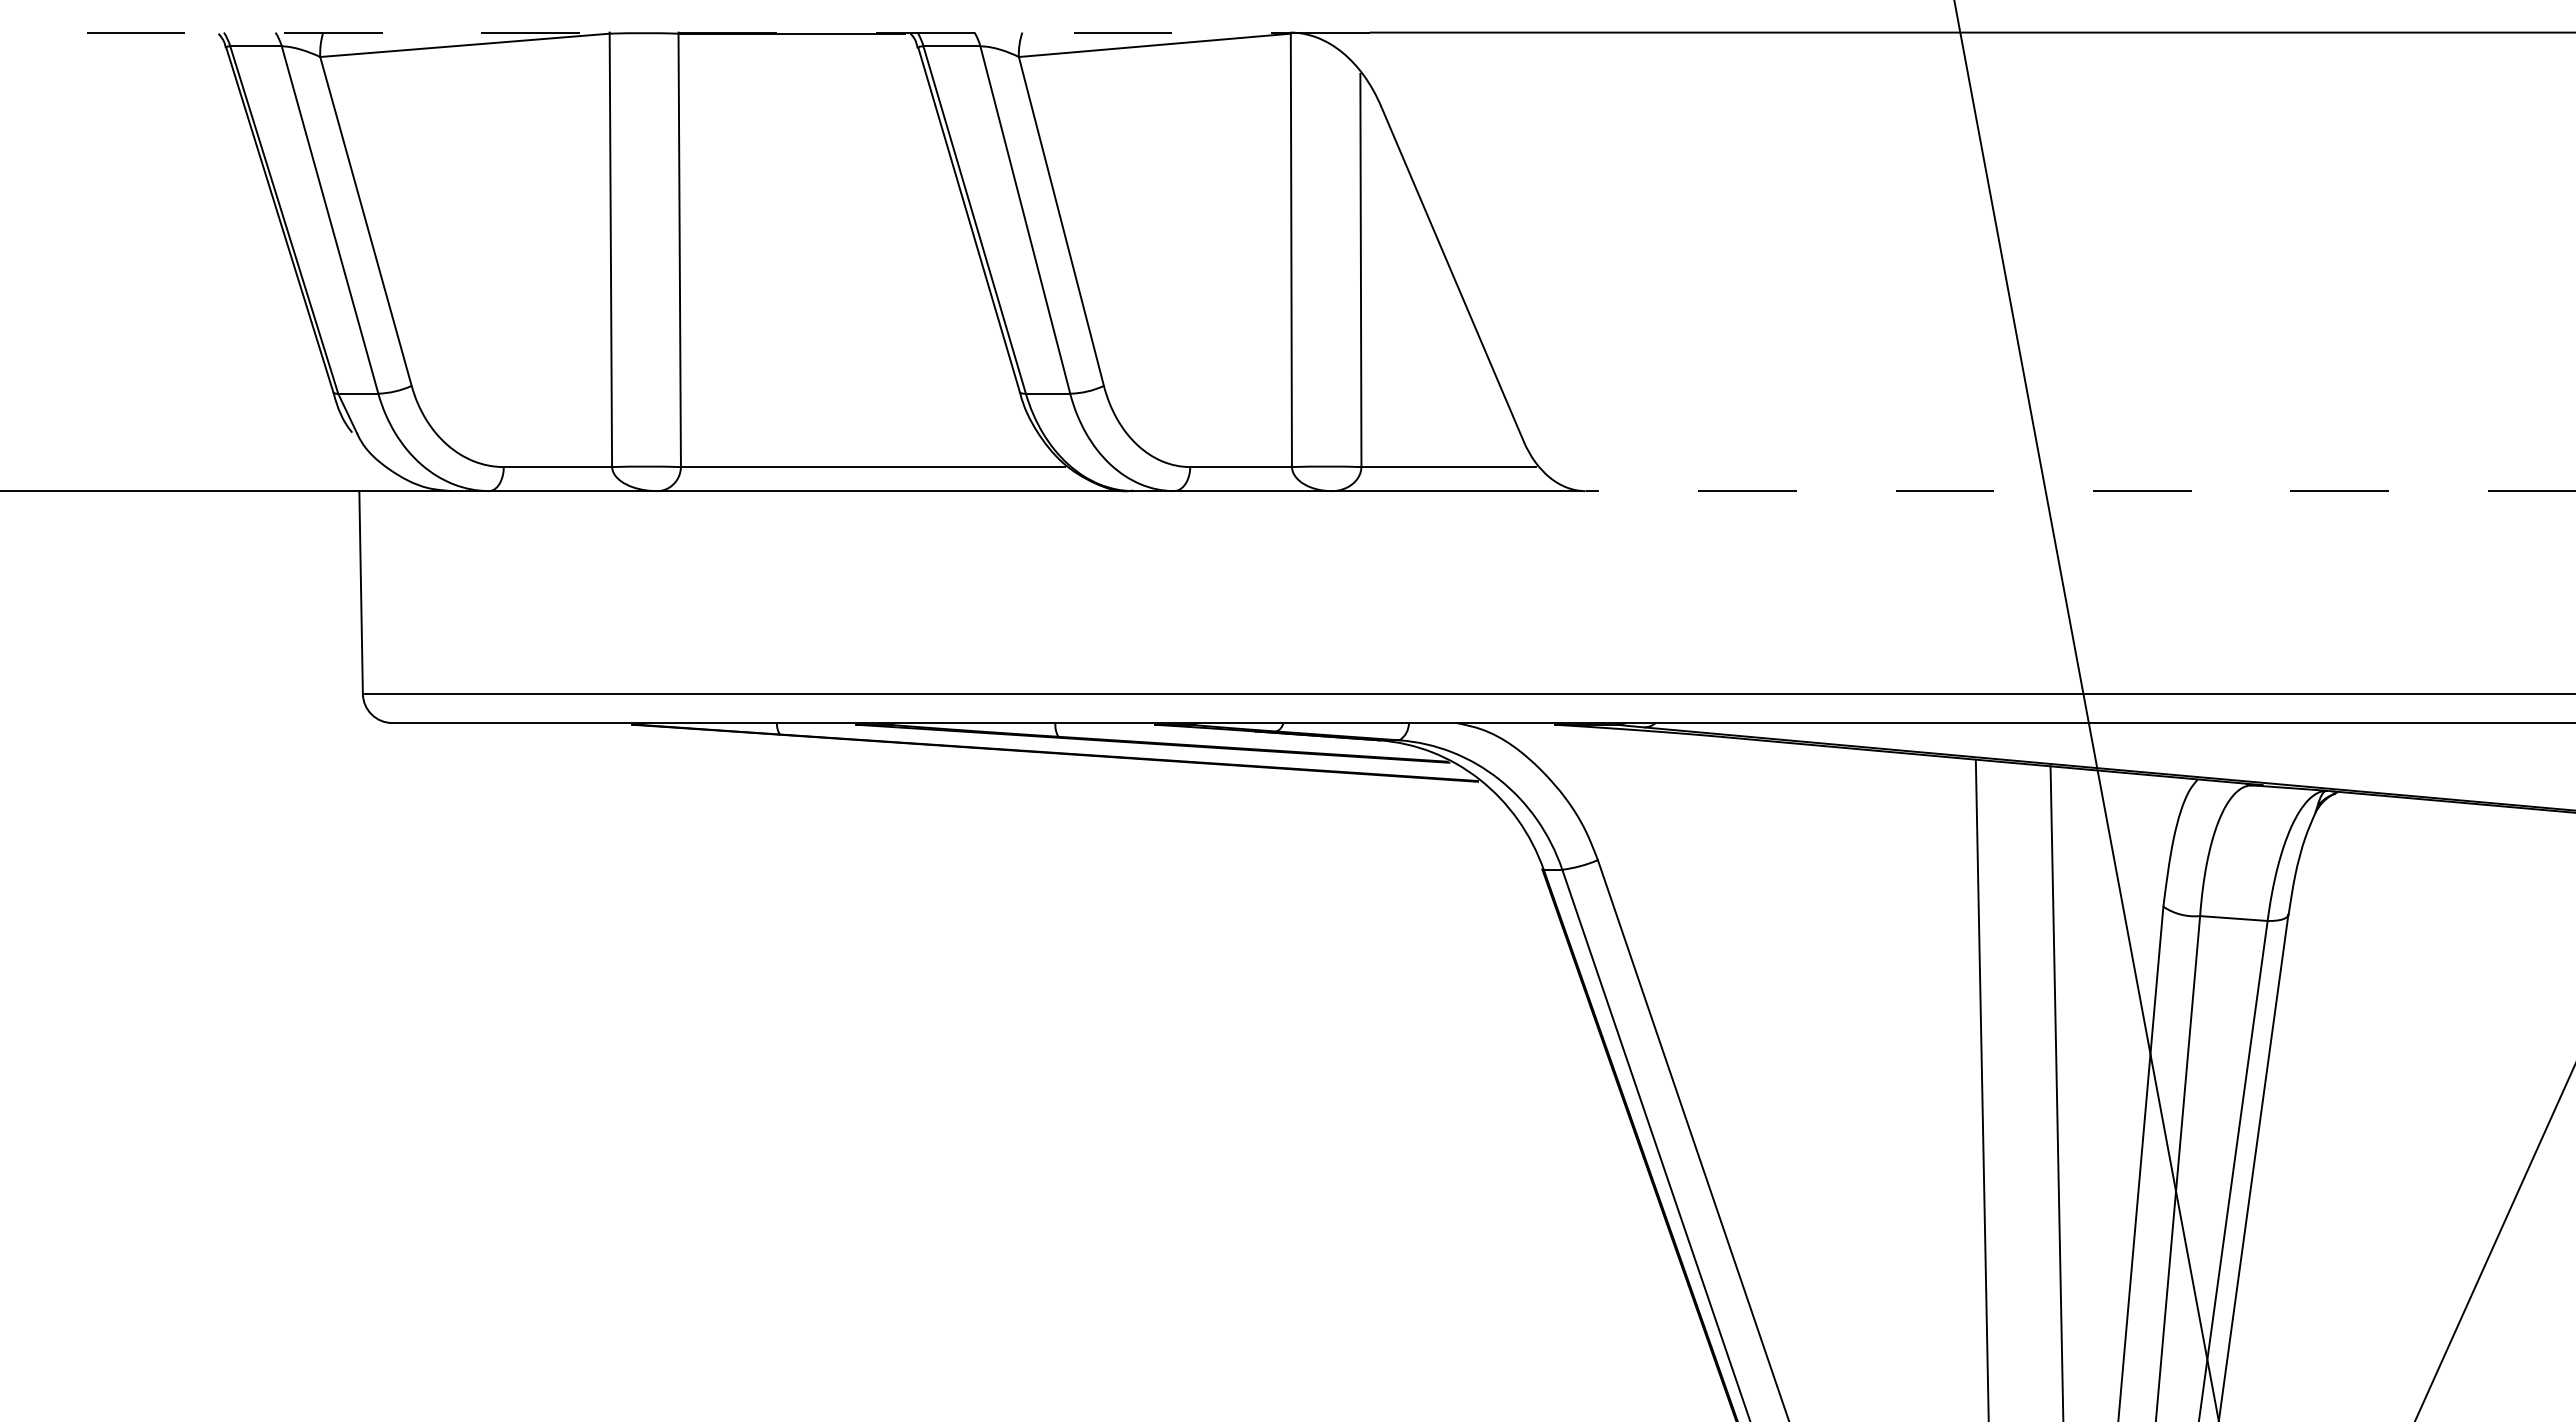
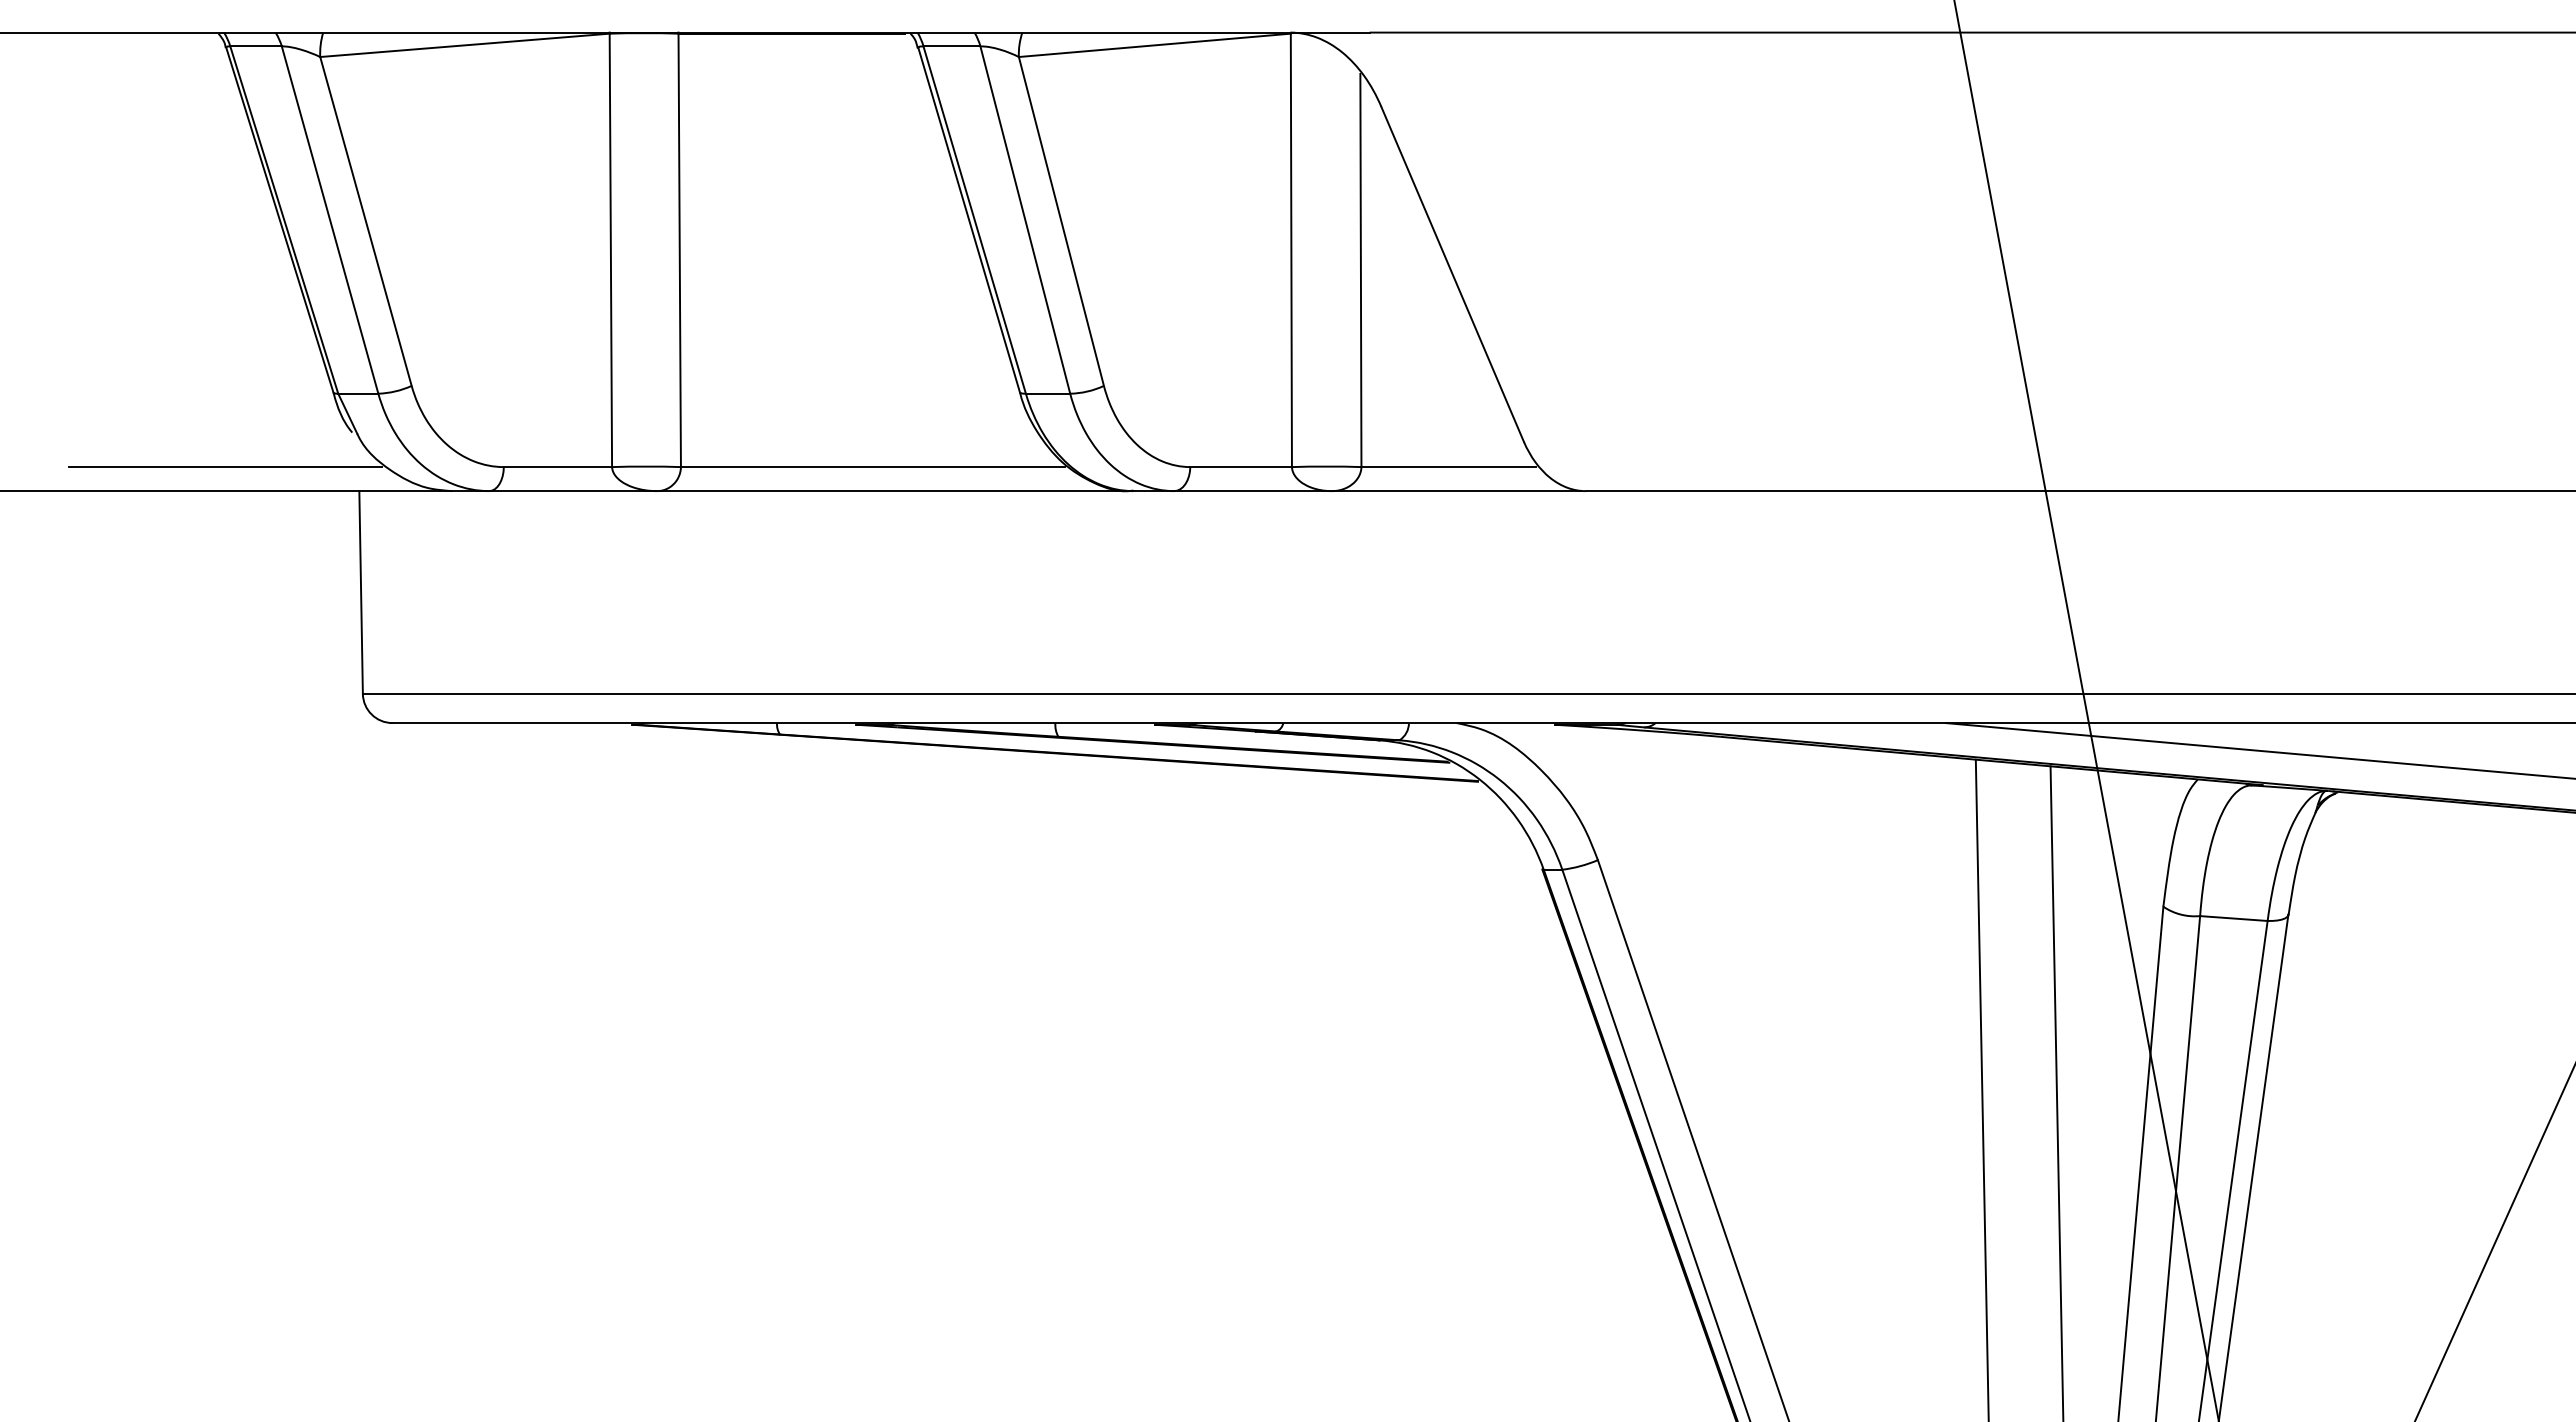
line at (684, 32): dashed -> solid
line at (225, 467): none -> present
line at (2080, 491): dashed -> solid
line at (2258, 750): none -> present
